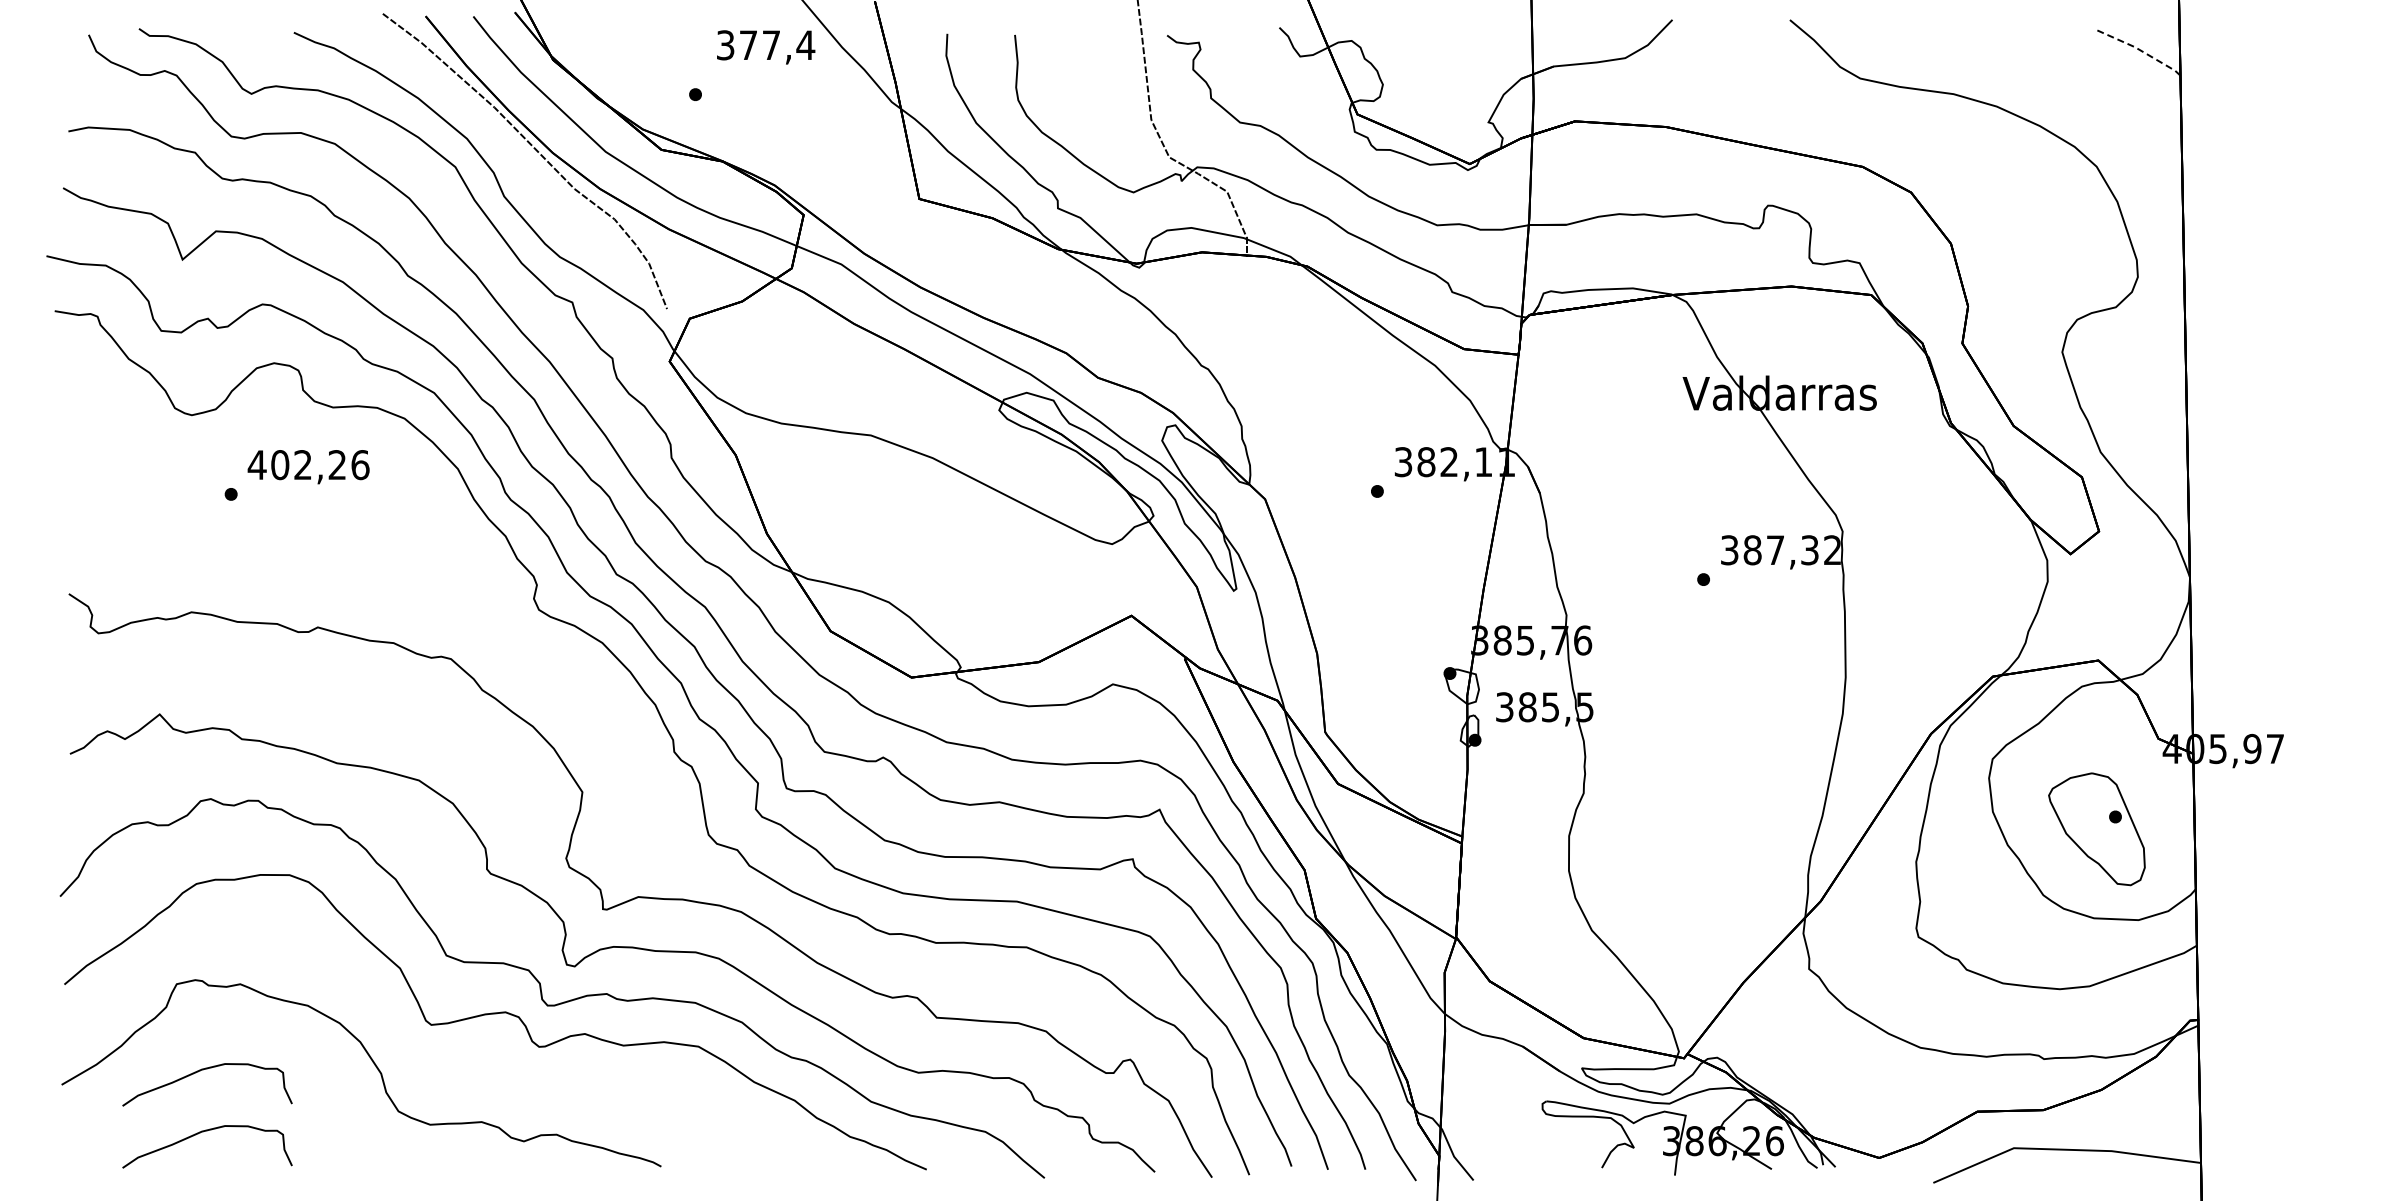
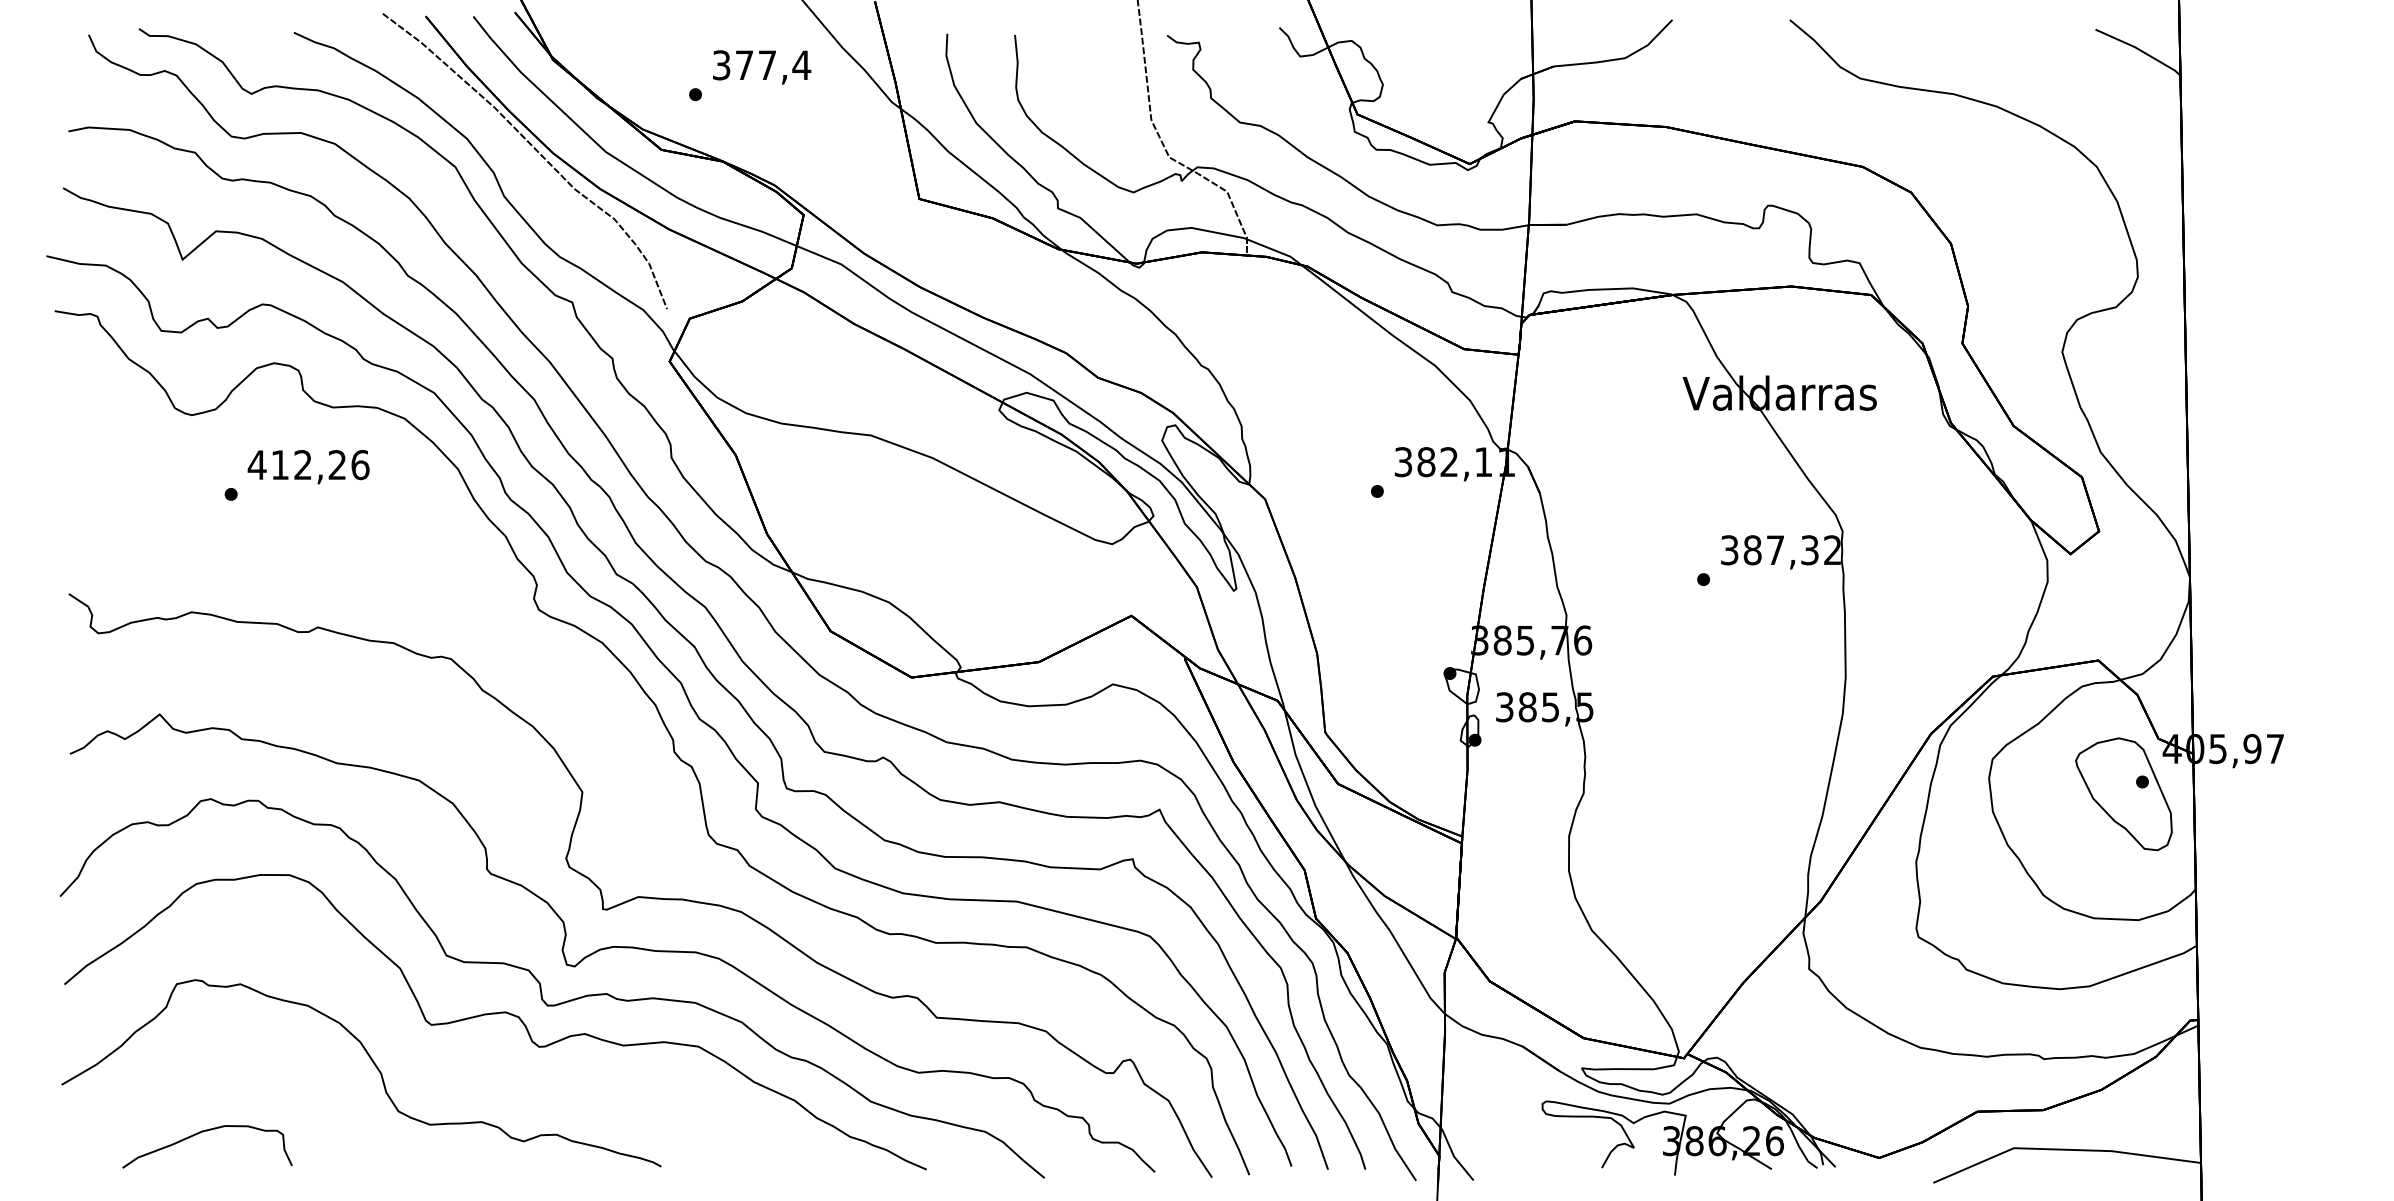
text at (766, 47) position: (766, 47) -> (762, 67)
line at (2139, 49): dashed -> solid
text at (280, 465): 402,26 -> 412,26
part at (2096, 829) position: (2096, 829) -> (2123, 794)
curve at (203, 1070): present -> none
